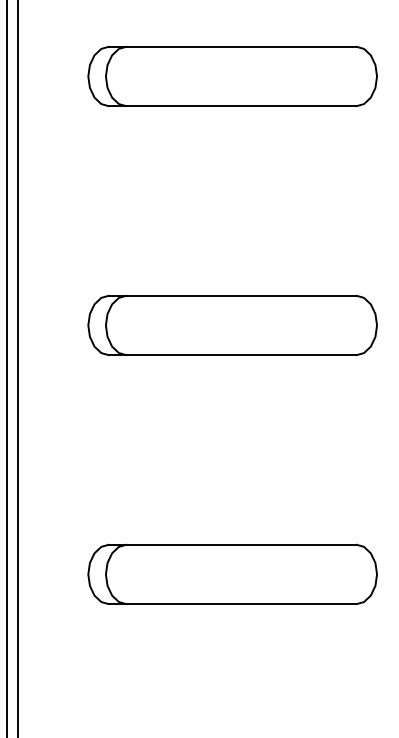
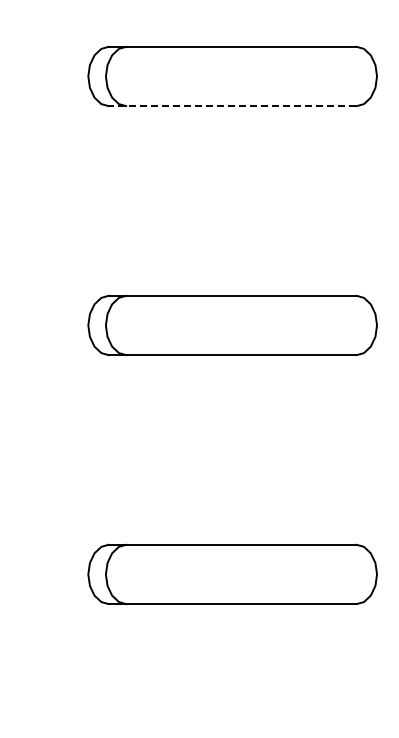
line at (232, 106): solid -> dashed
line at (7, 368): present -> none
line at (18, 368): present -> none
